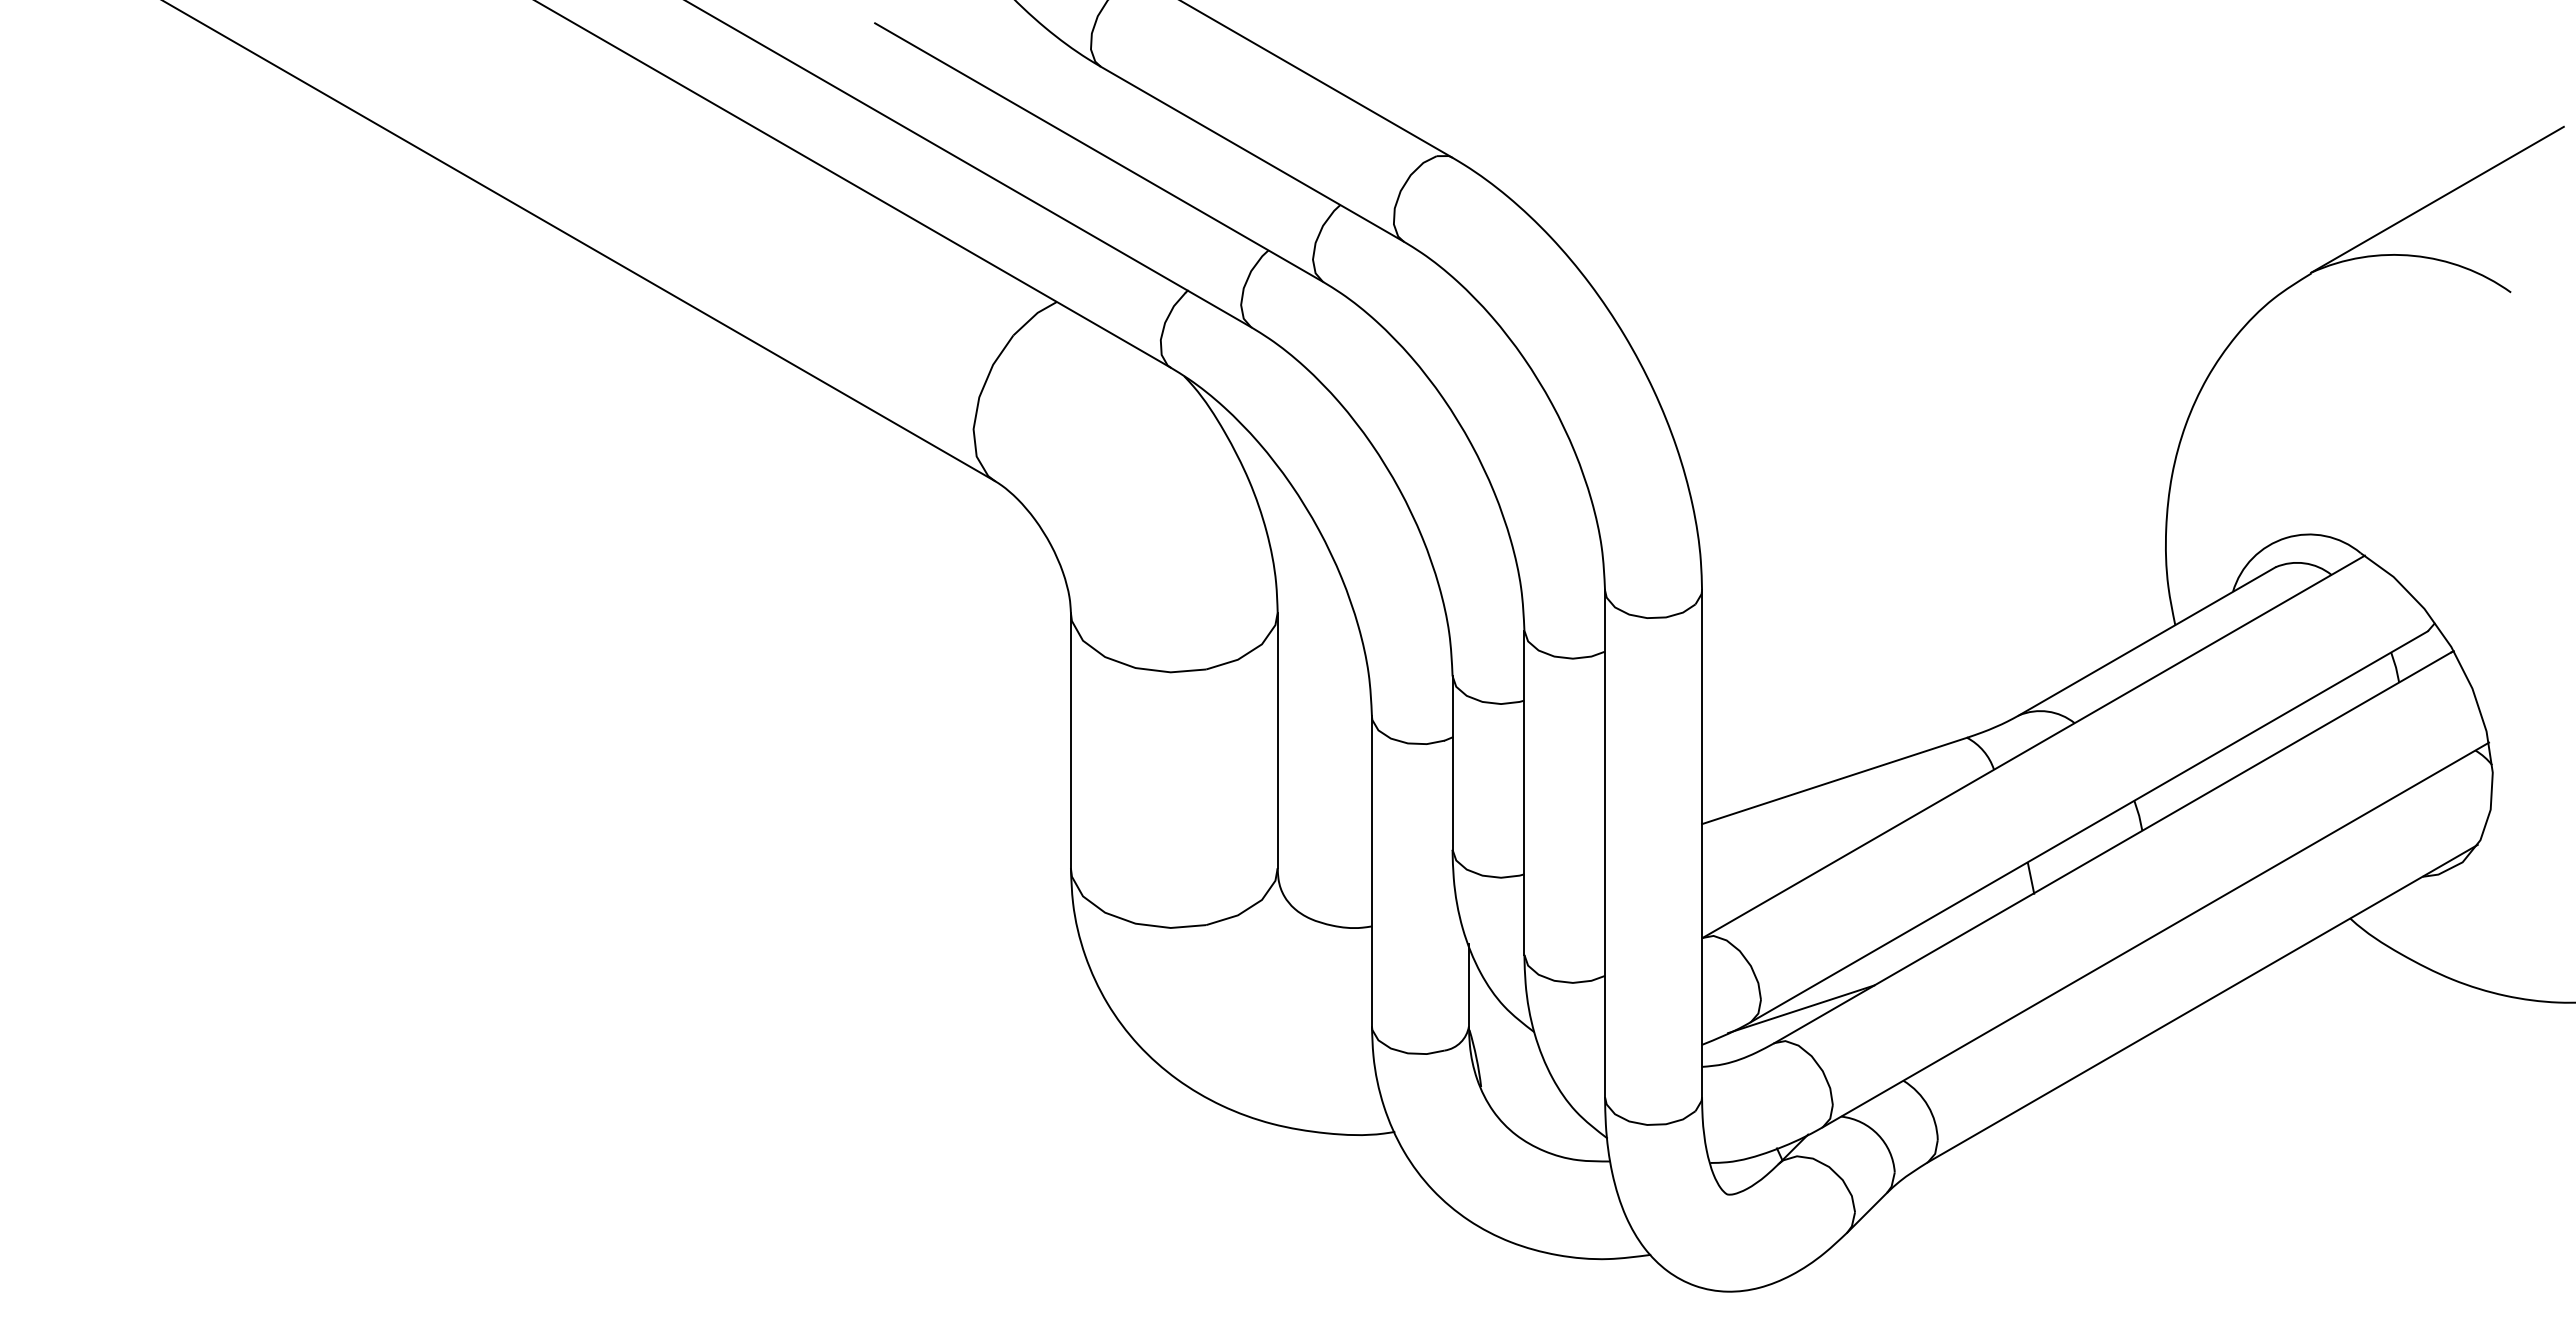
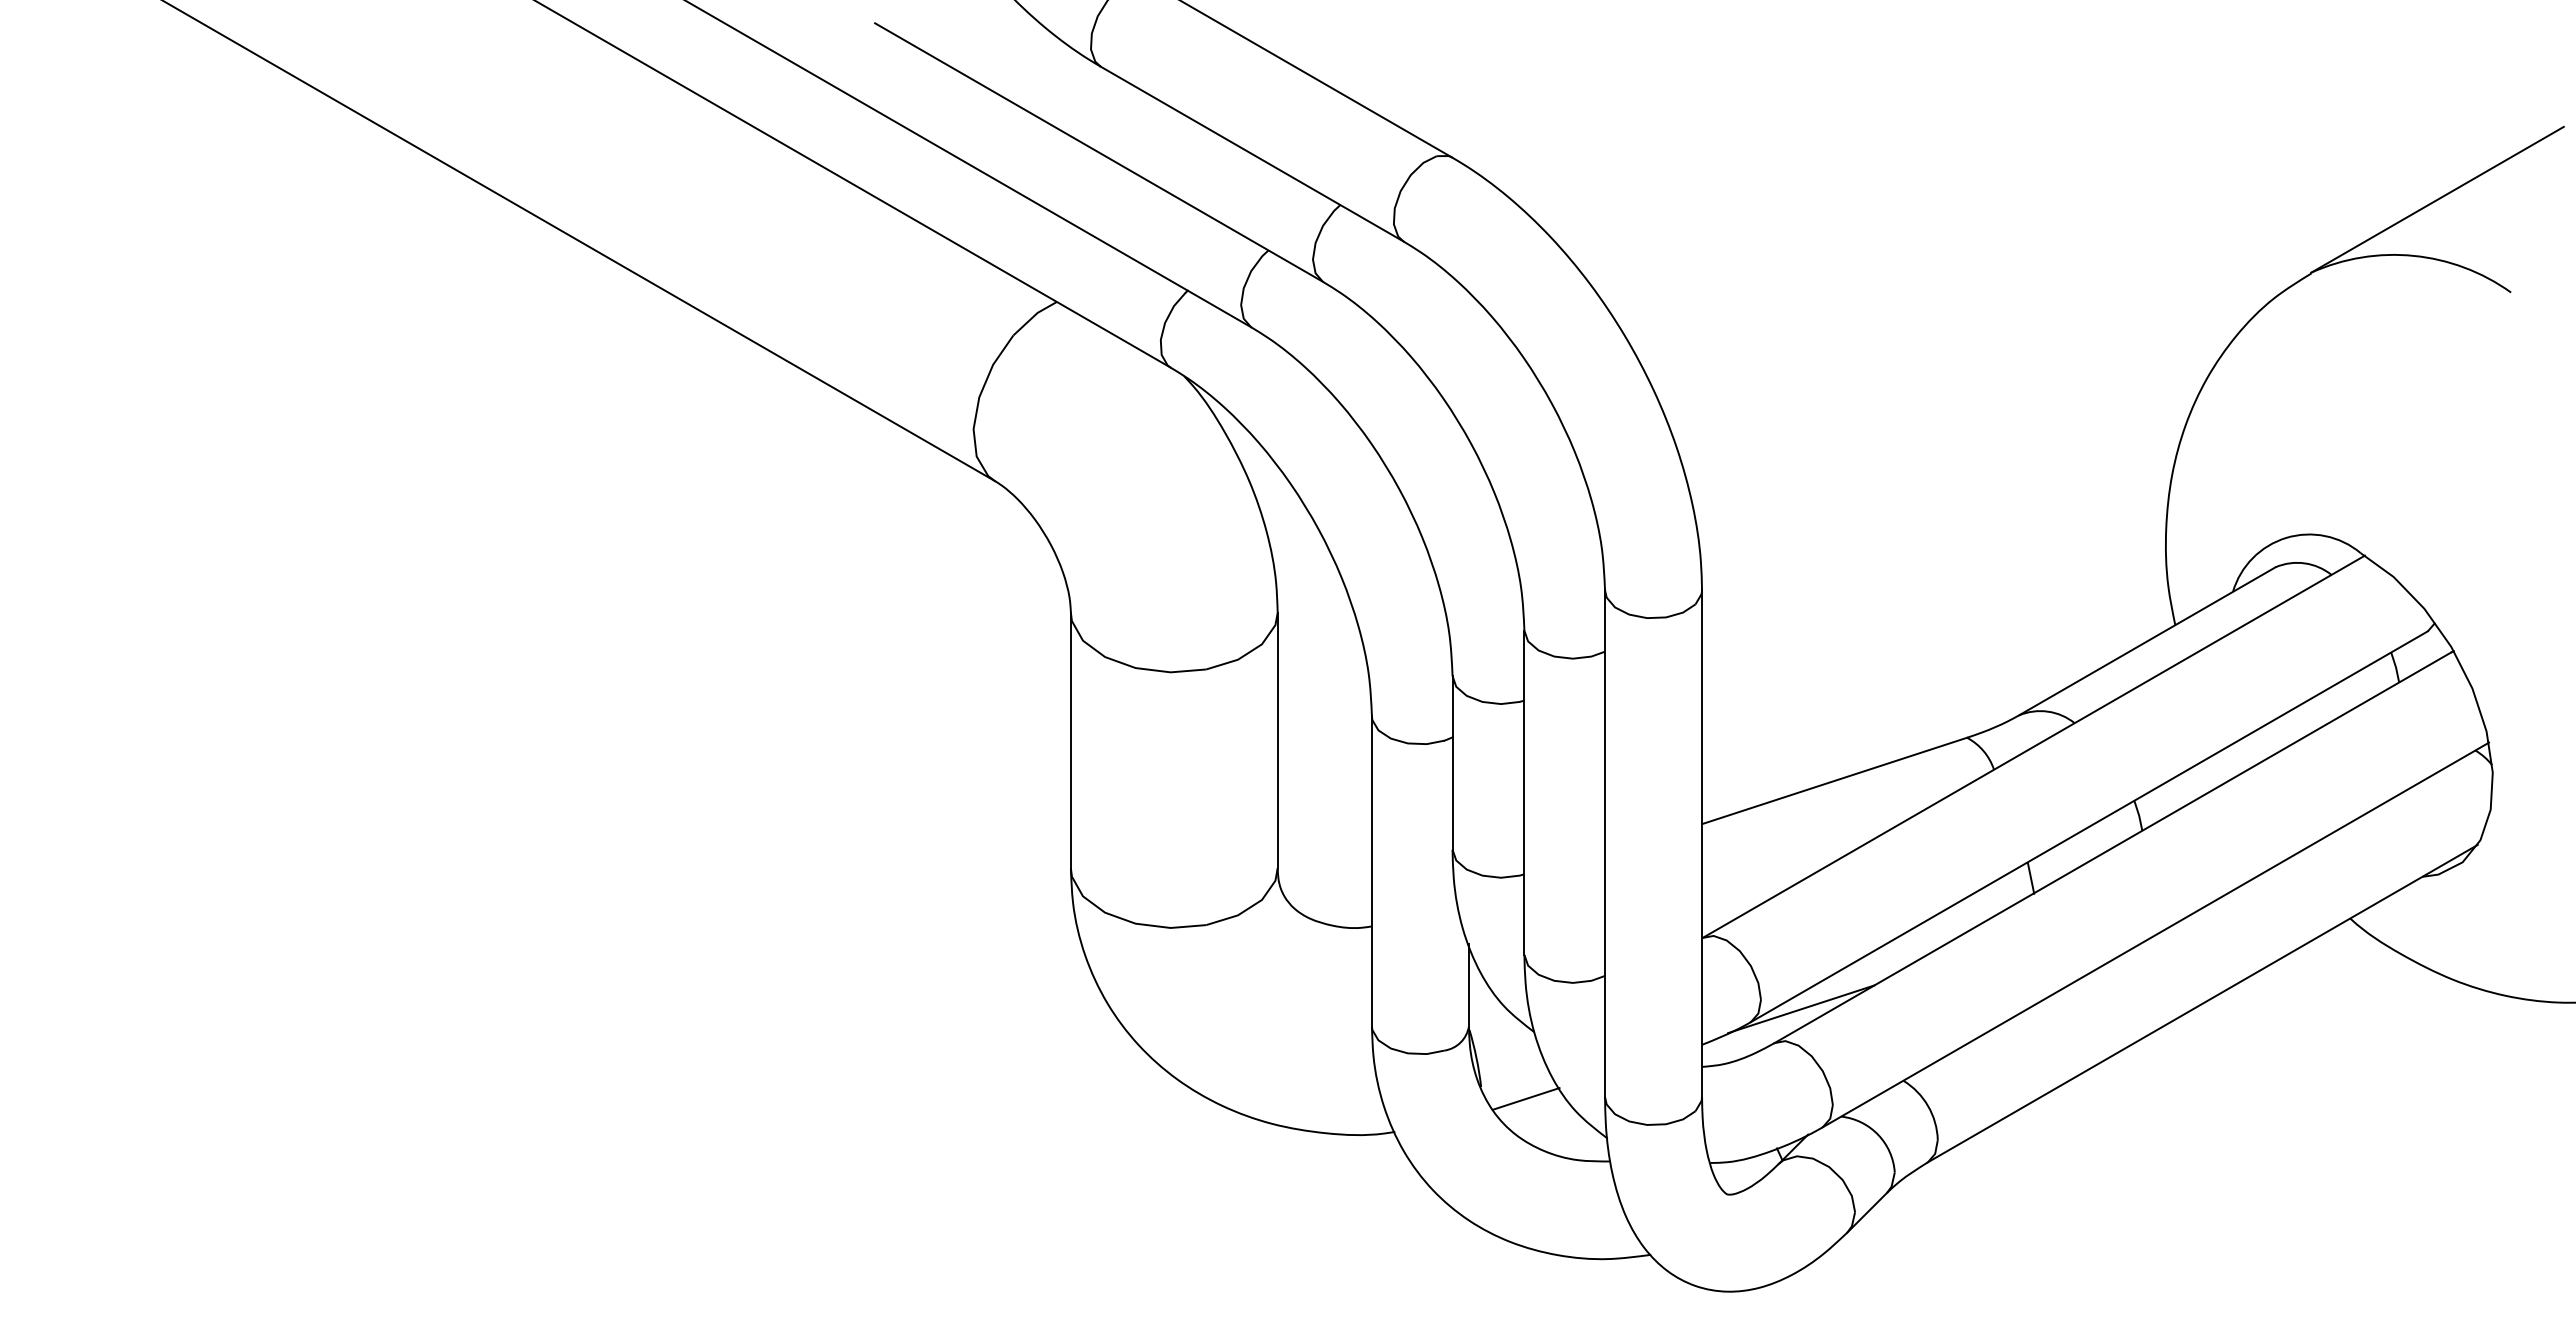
line at (1525, 1098): none -> present
